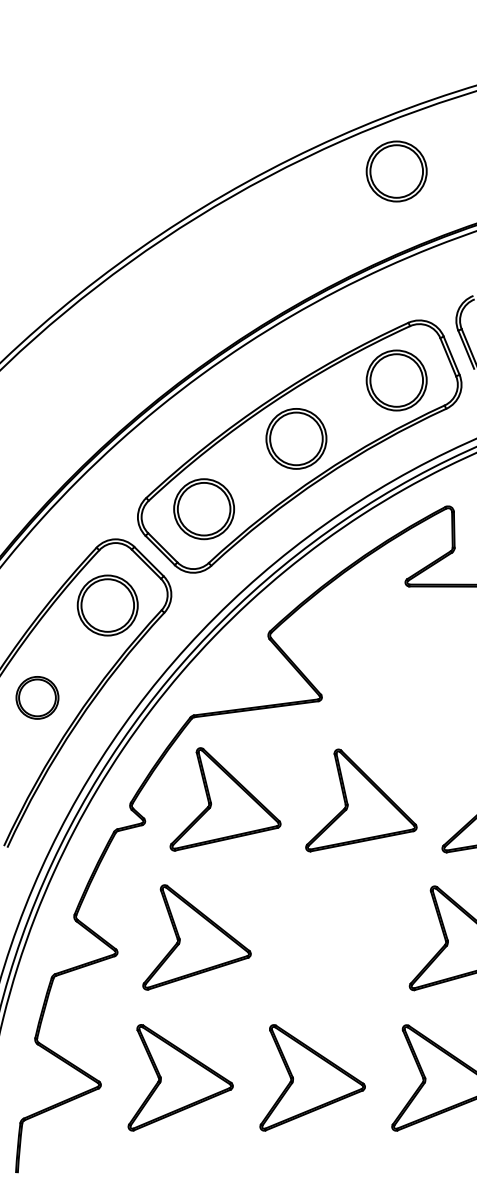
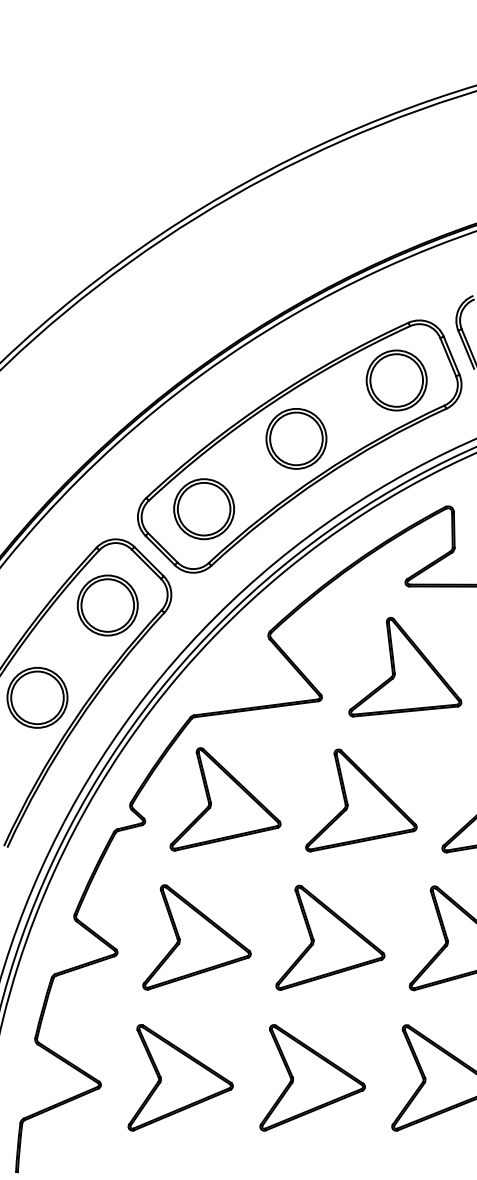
part at (396, 171): present -> none
part at (405, 667): none -> present
part at (37, 697) size: 45x44 px -> 63x62 px
part at (330, 937): none -> present
